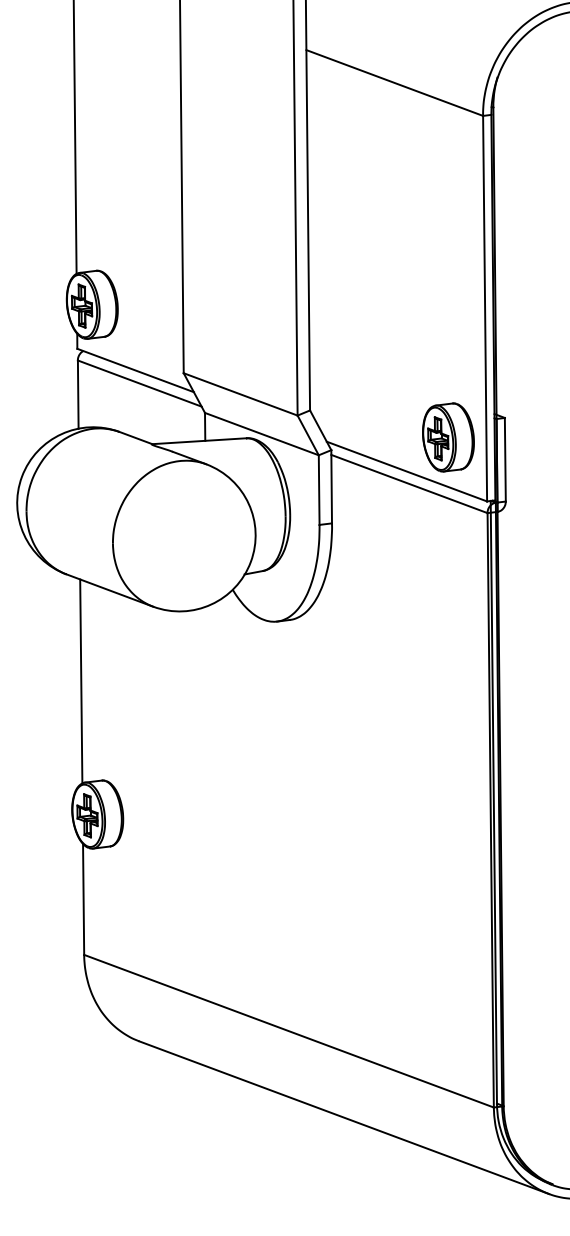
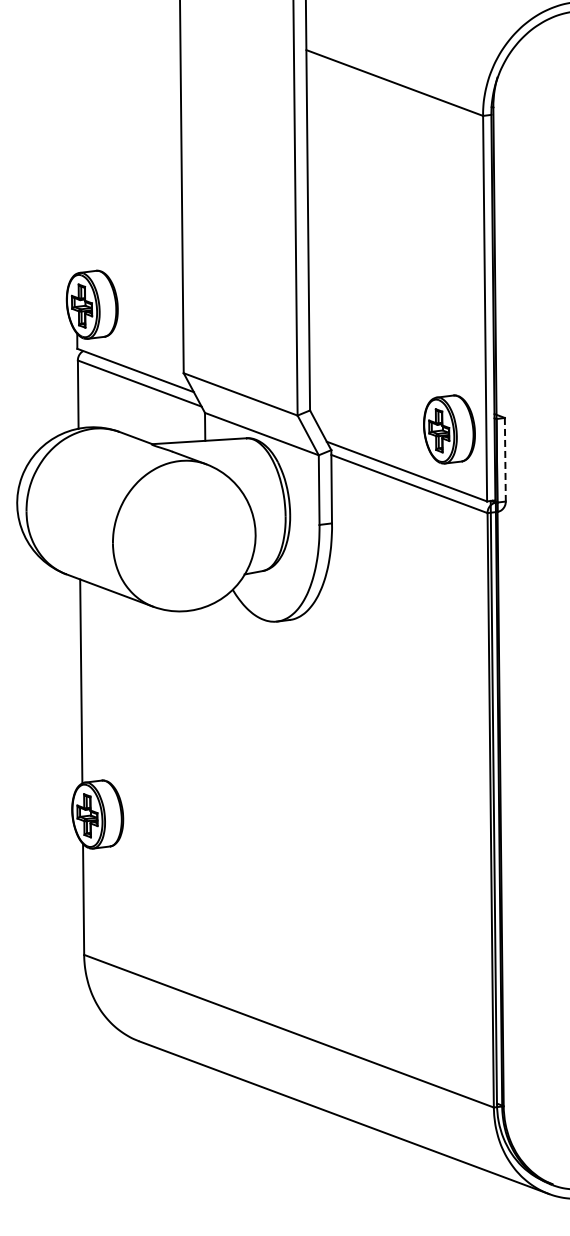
line at (74, 137): present -> none
part at (448, 437) position: (448, 437) -> (449, 429)
line at (505, 459): solid -> dashed
